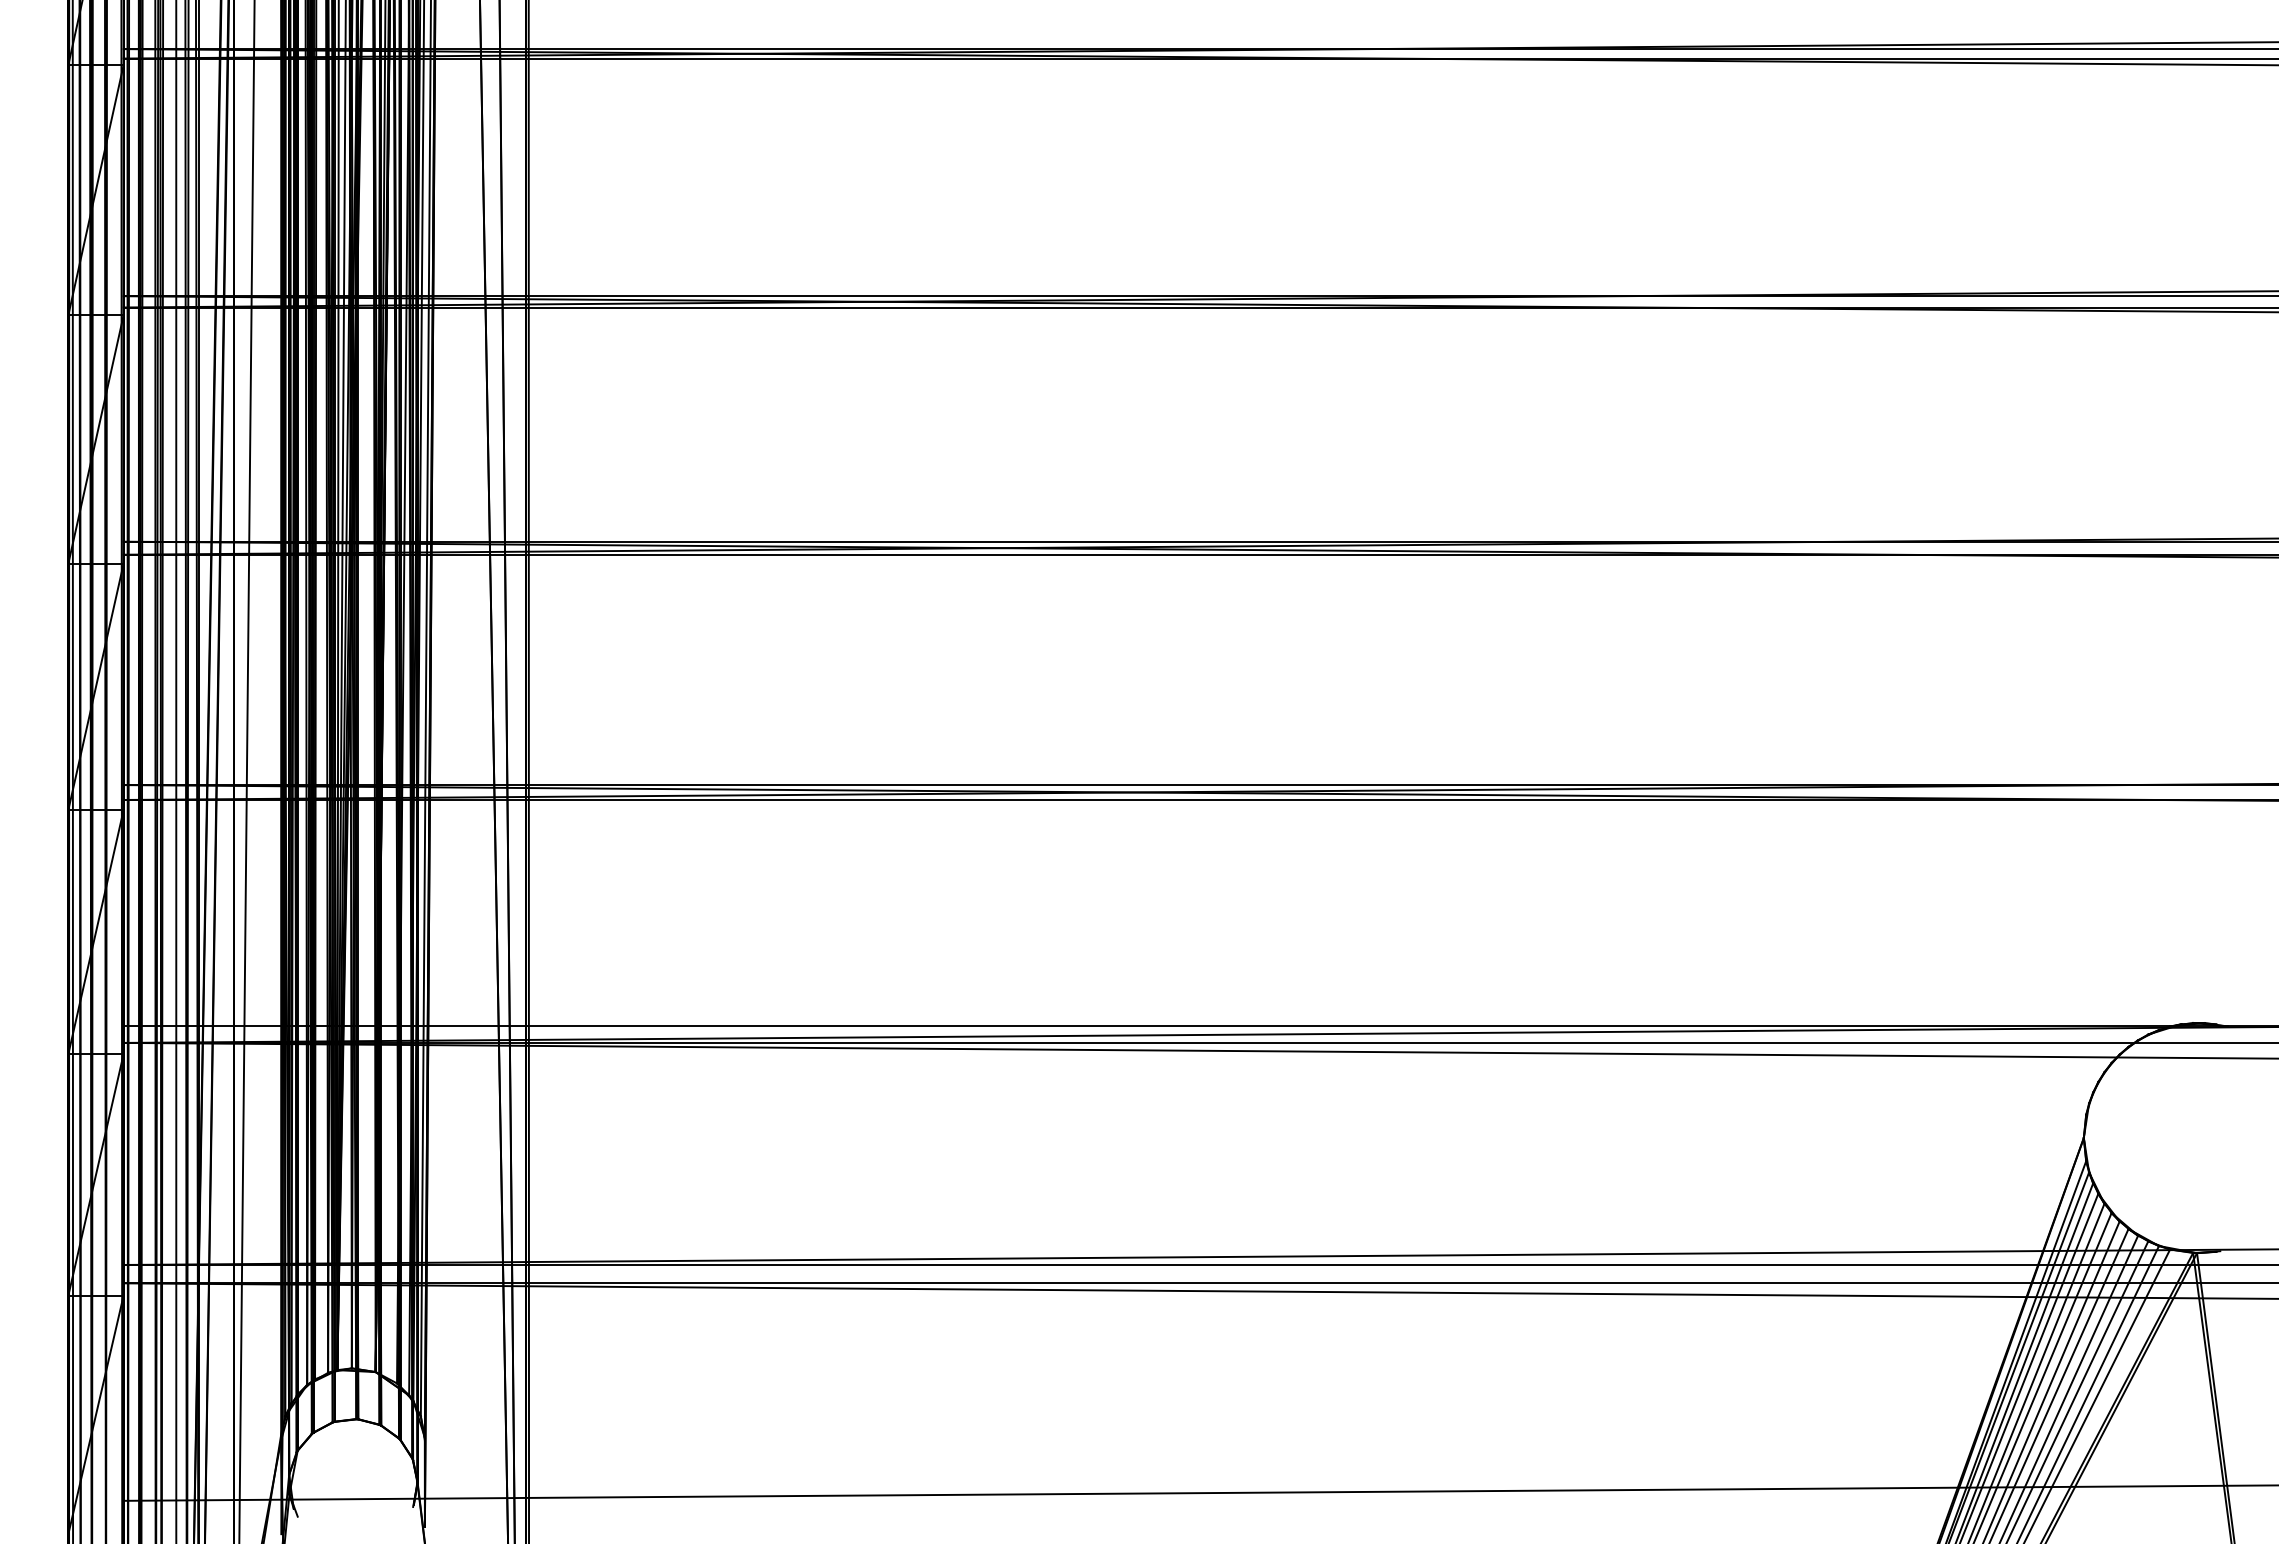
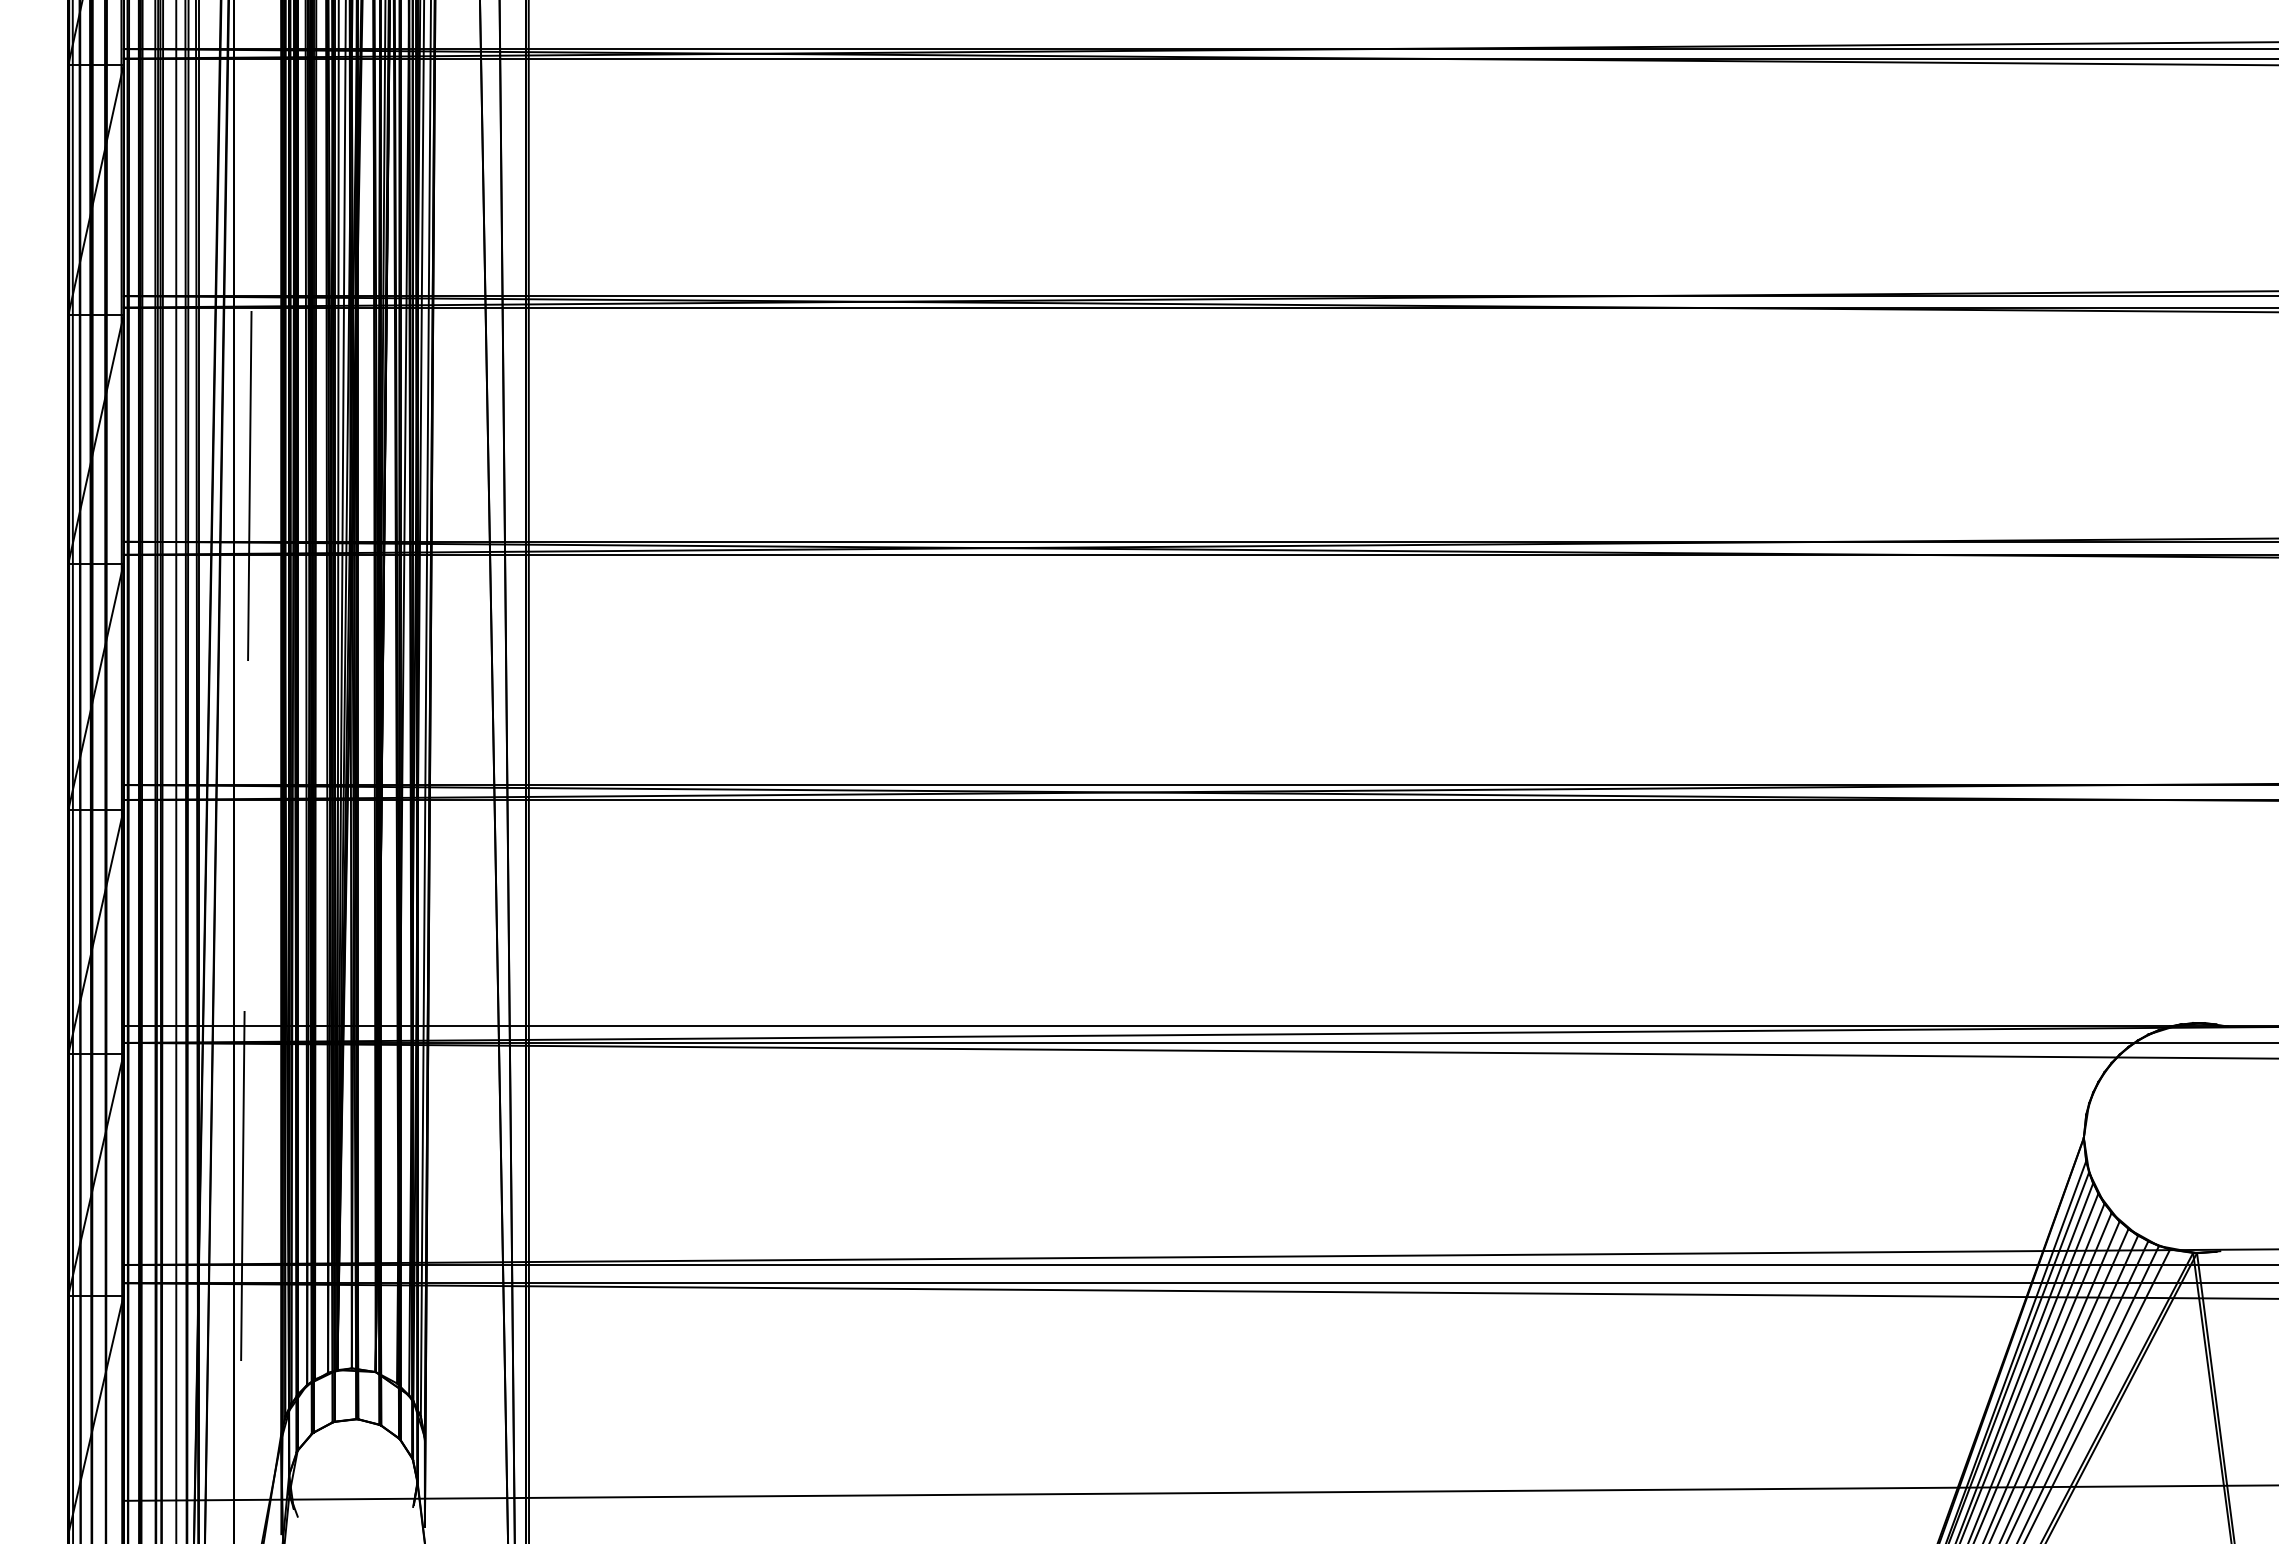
line at (246, 771): solid -> dashed
